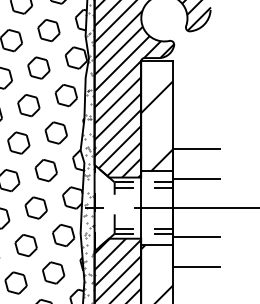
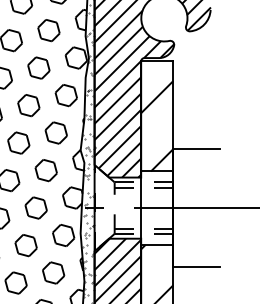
line at (196, 178): present -> none
line at (196, 237): present -> none
